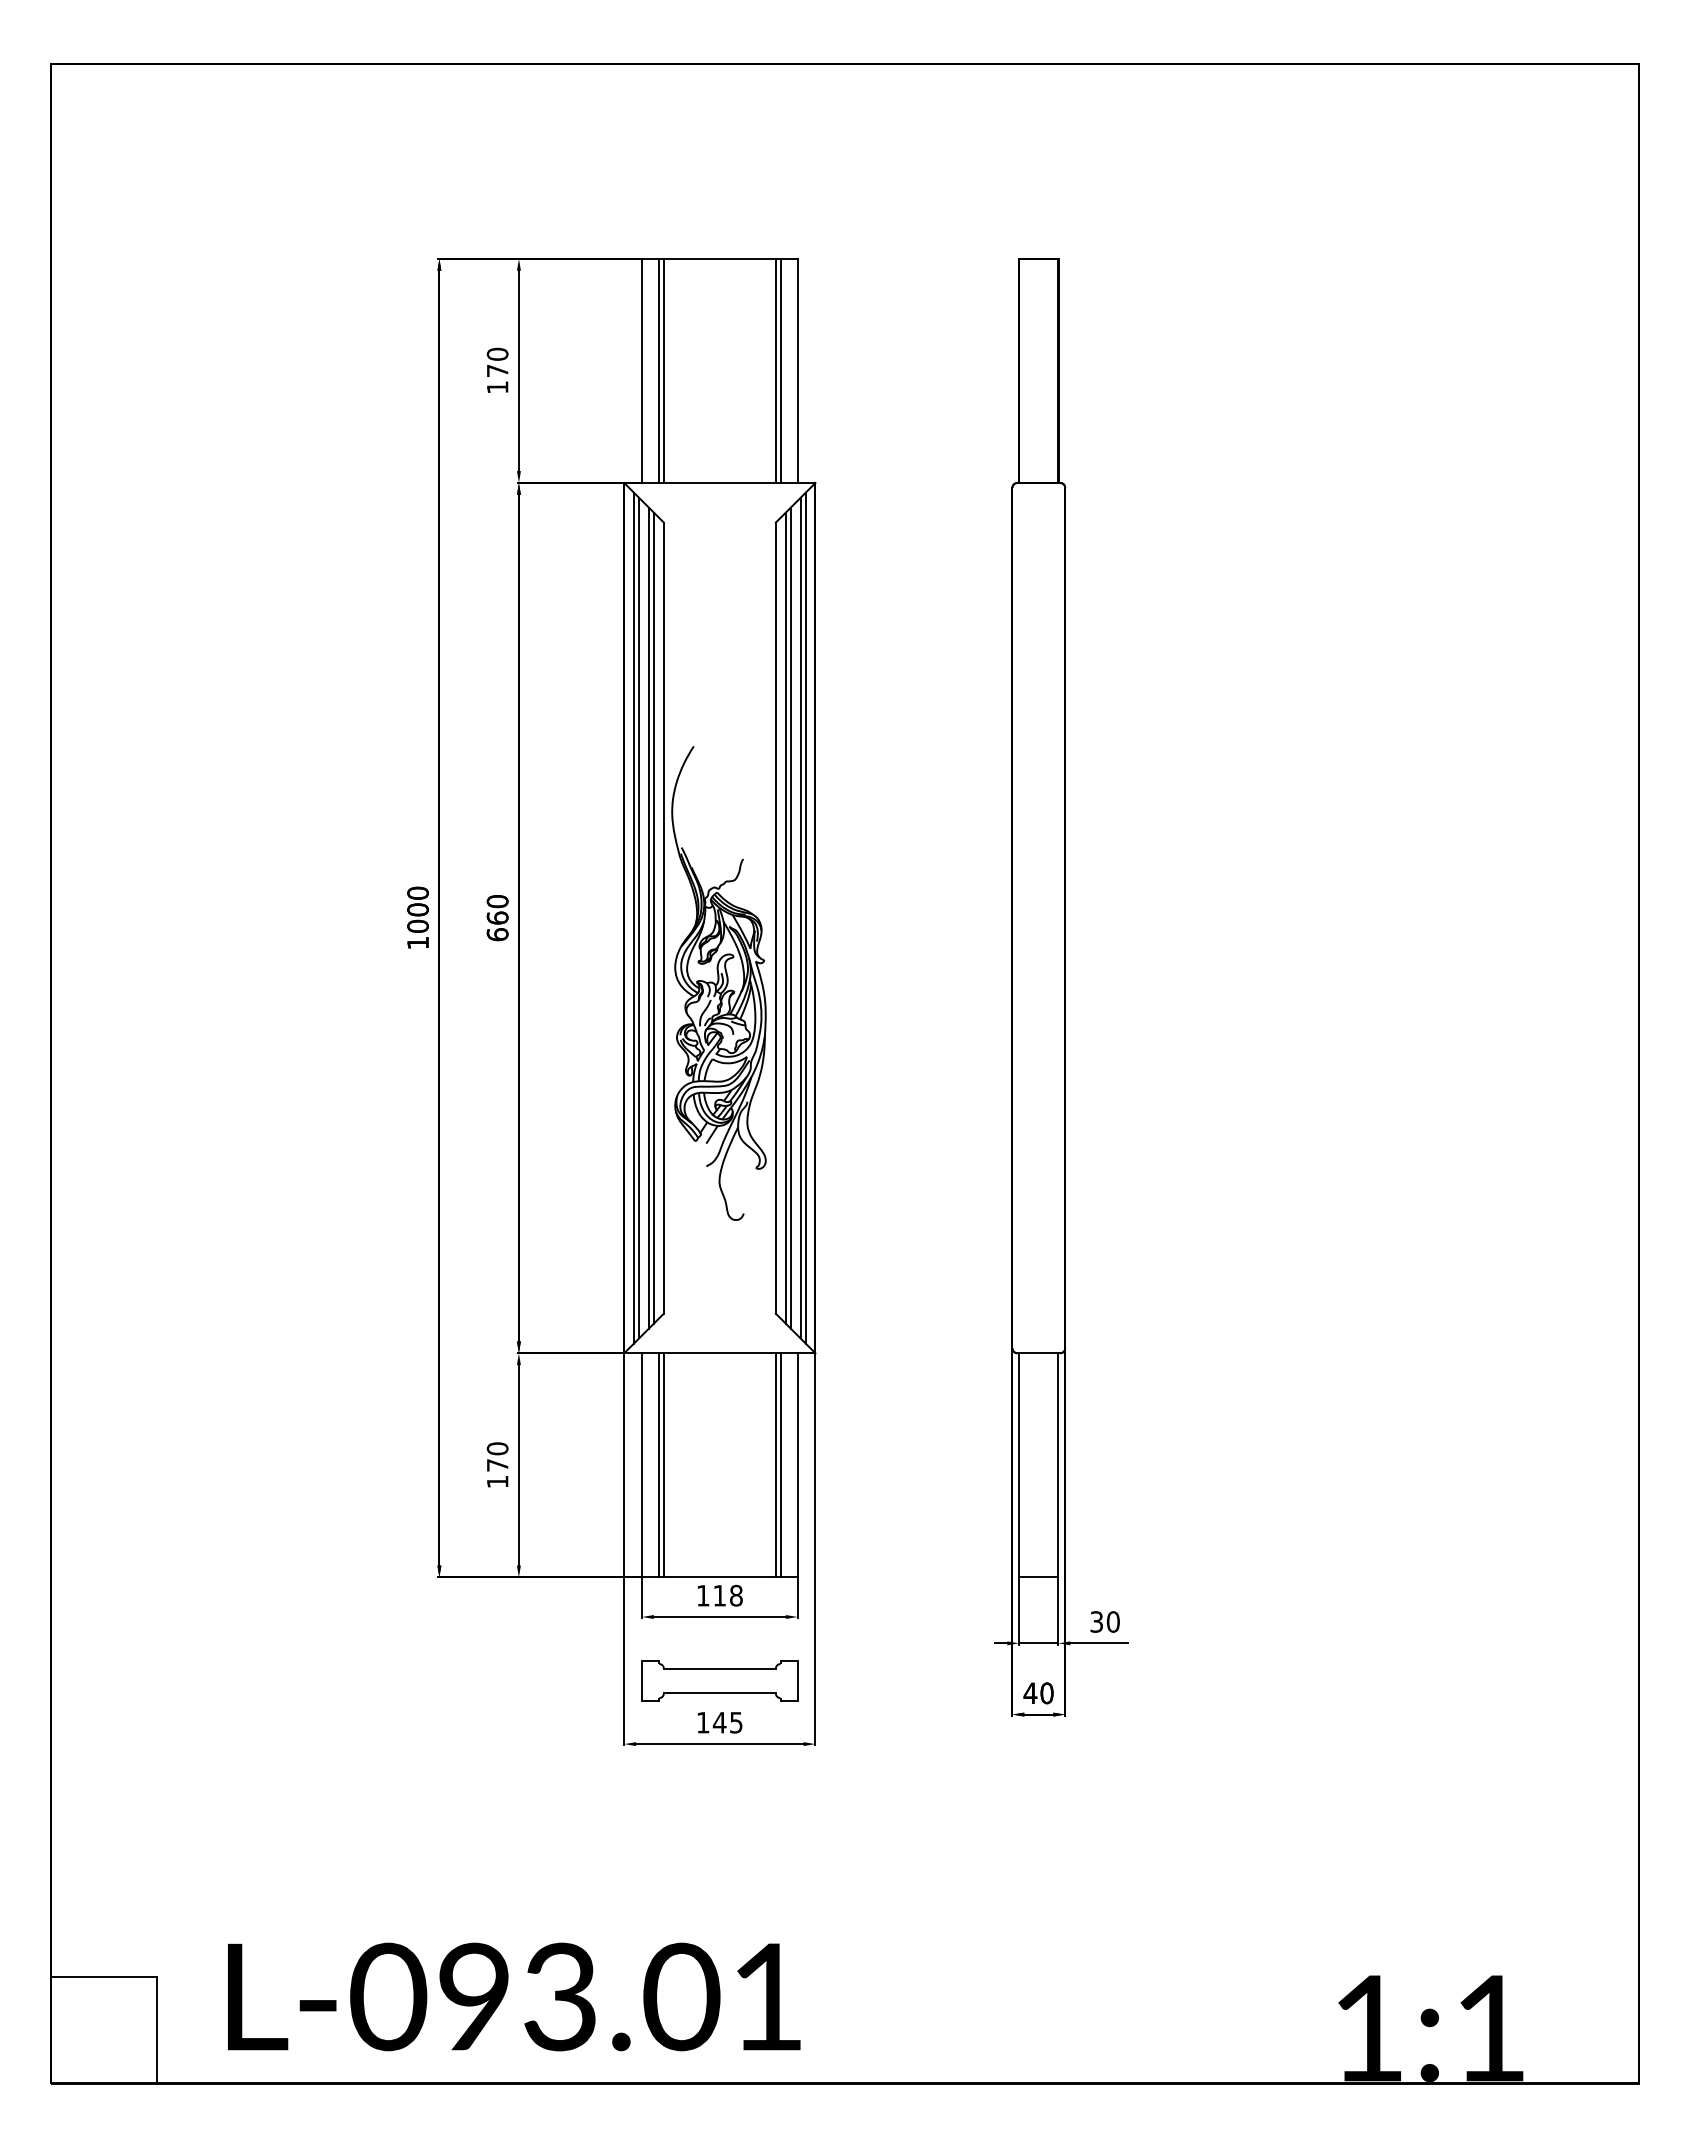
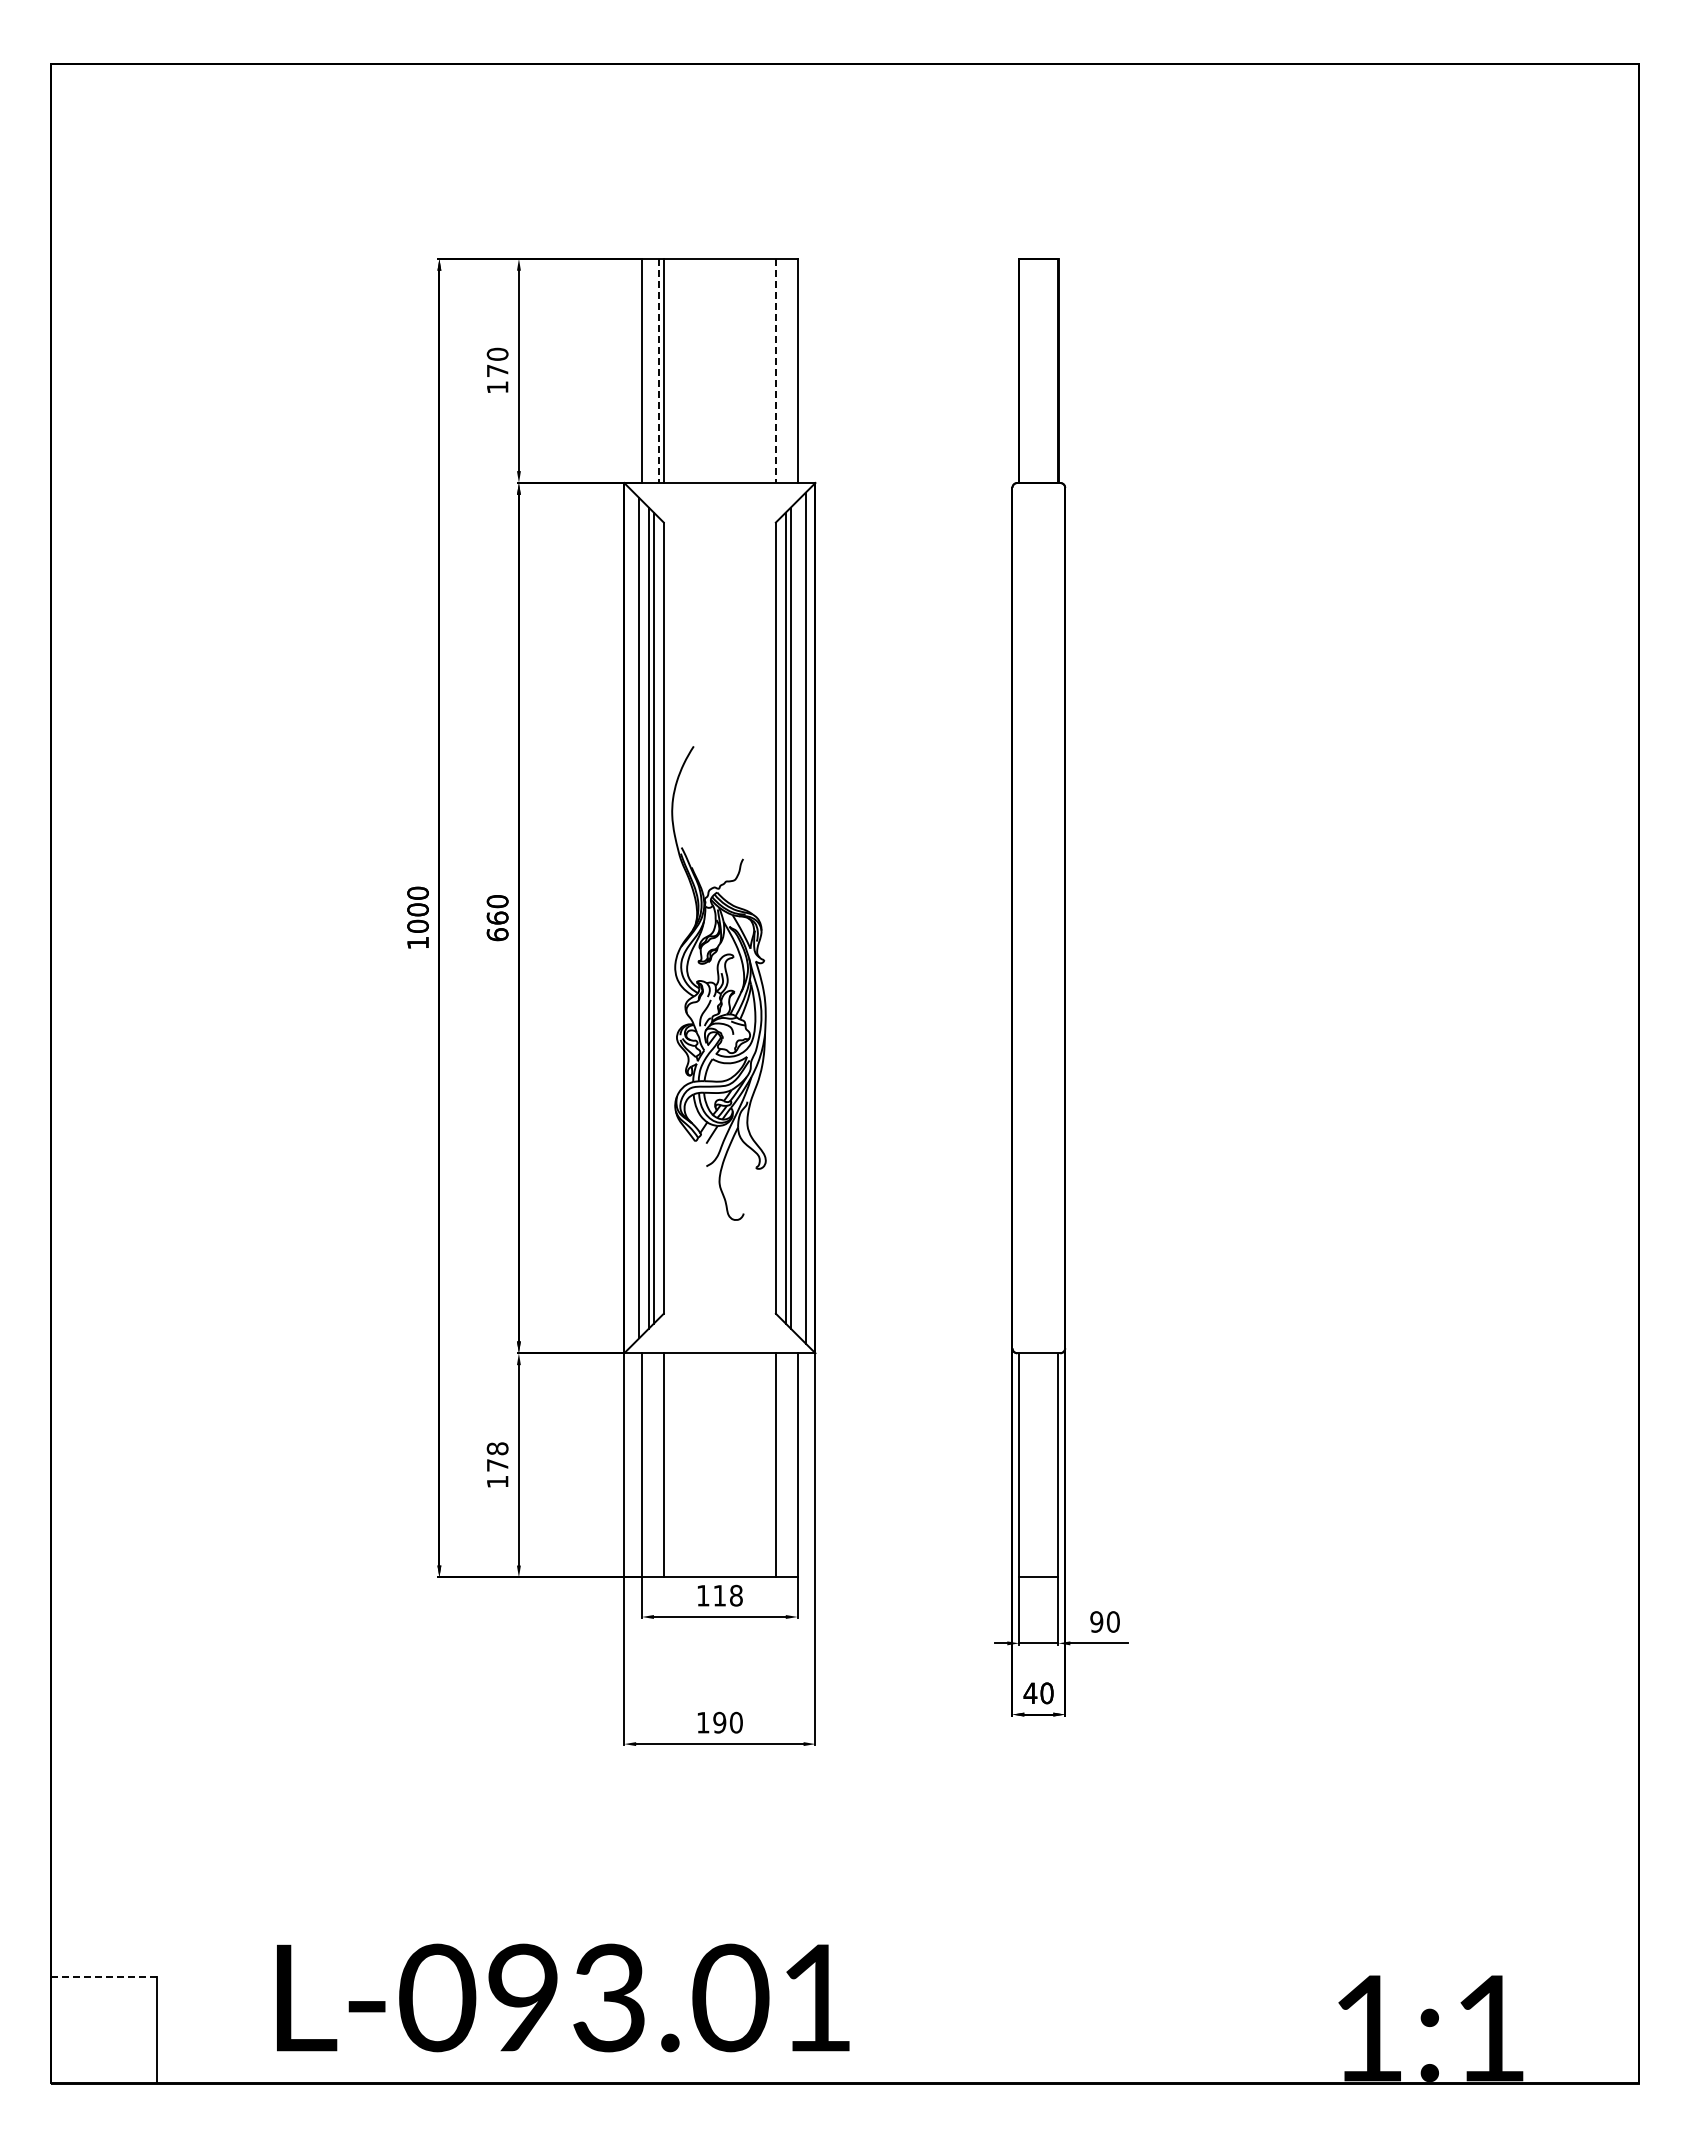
line at (780, 370): present -> none
line at (659, 371): solid -> dashed
line at (775, 371): solid -> dashed
line at (633, 917): present -> none
line at (800, 917): present -> none
text at (497, 1448): 170 -> 178
line at (659, 1465): present -> none
line at (780, 1465): present -> none
text at (1096, 1621): 30 -> 90
part at (719, 1680): present -> none
text at (727, 1722): 145 -> 190
line at (104, 1977): solid -> dashed
text at (514, 1996) position: (514, 1996) -> (563, 1997)
